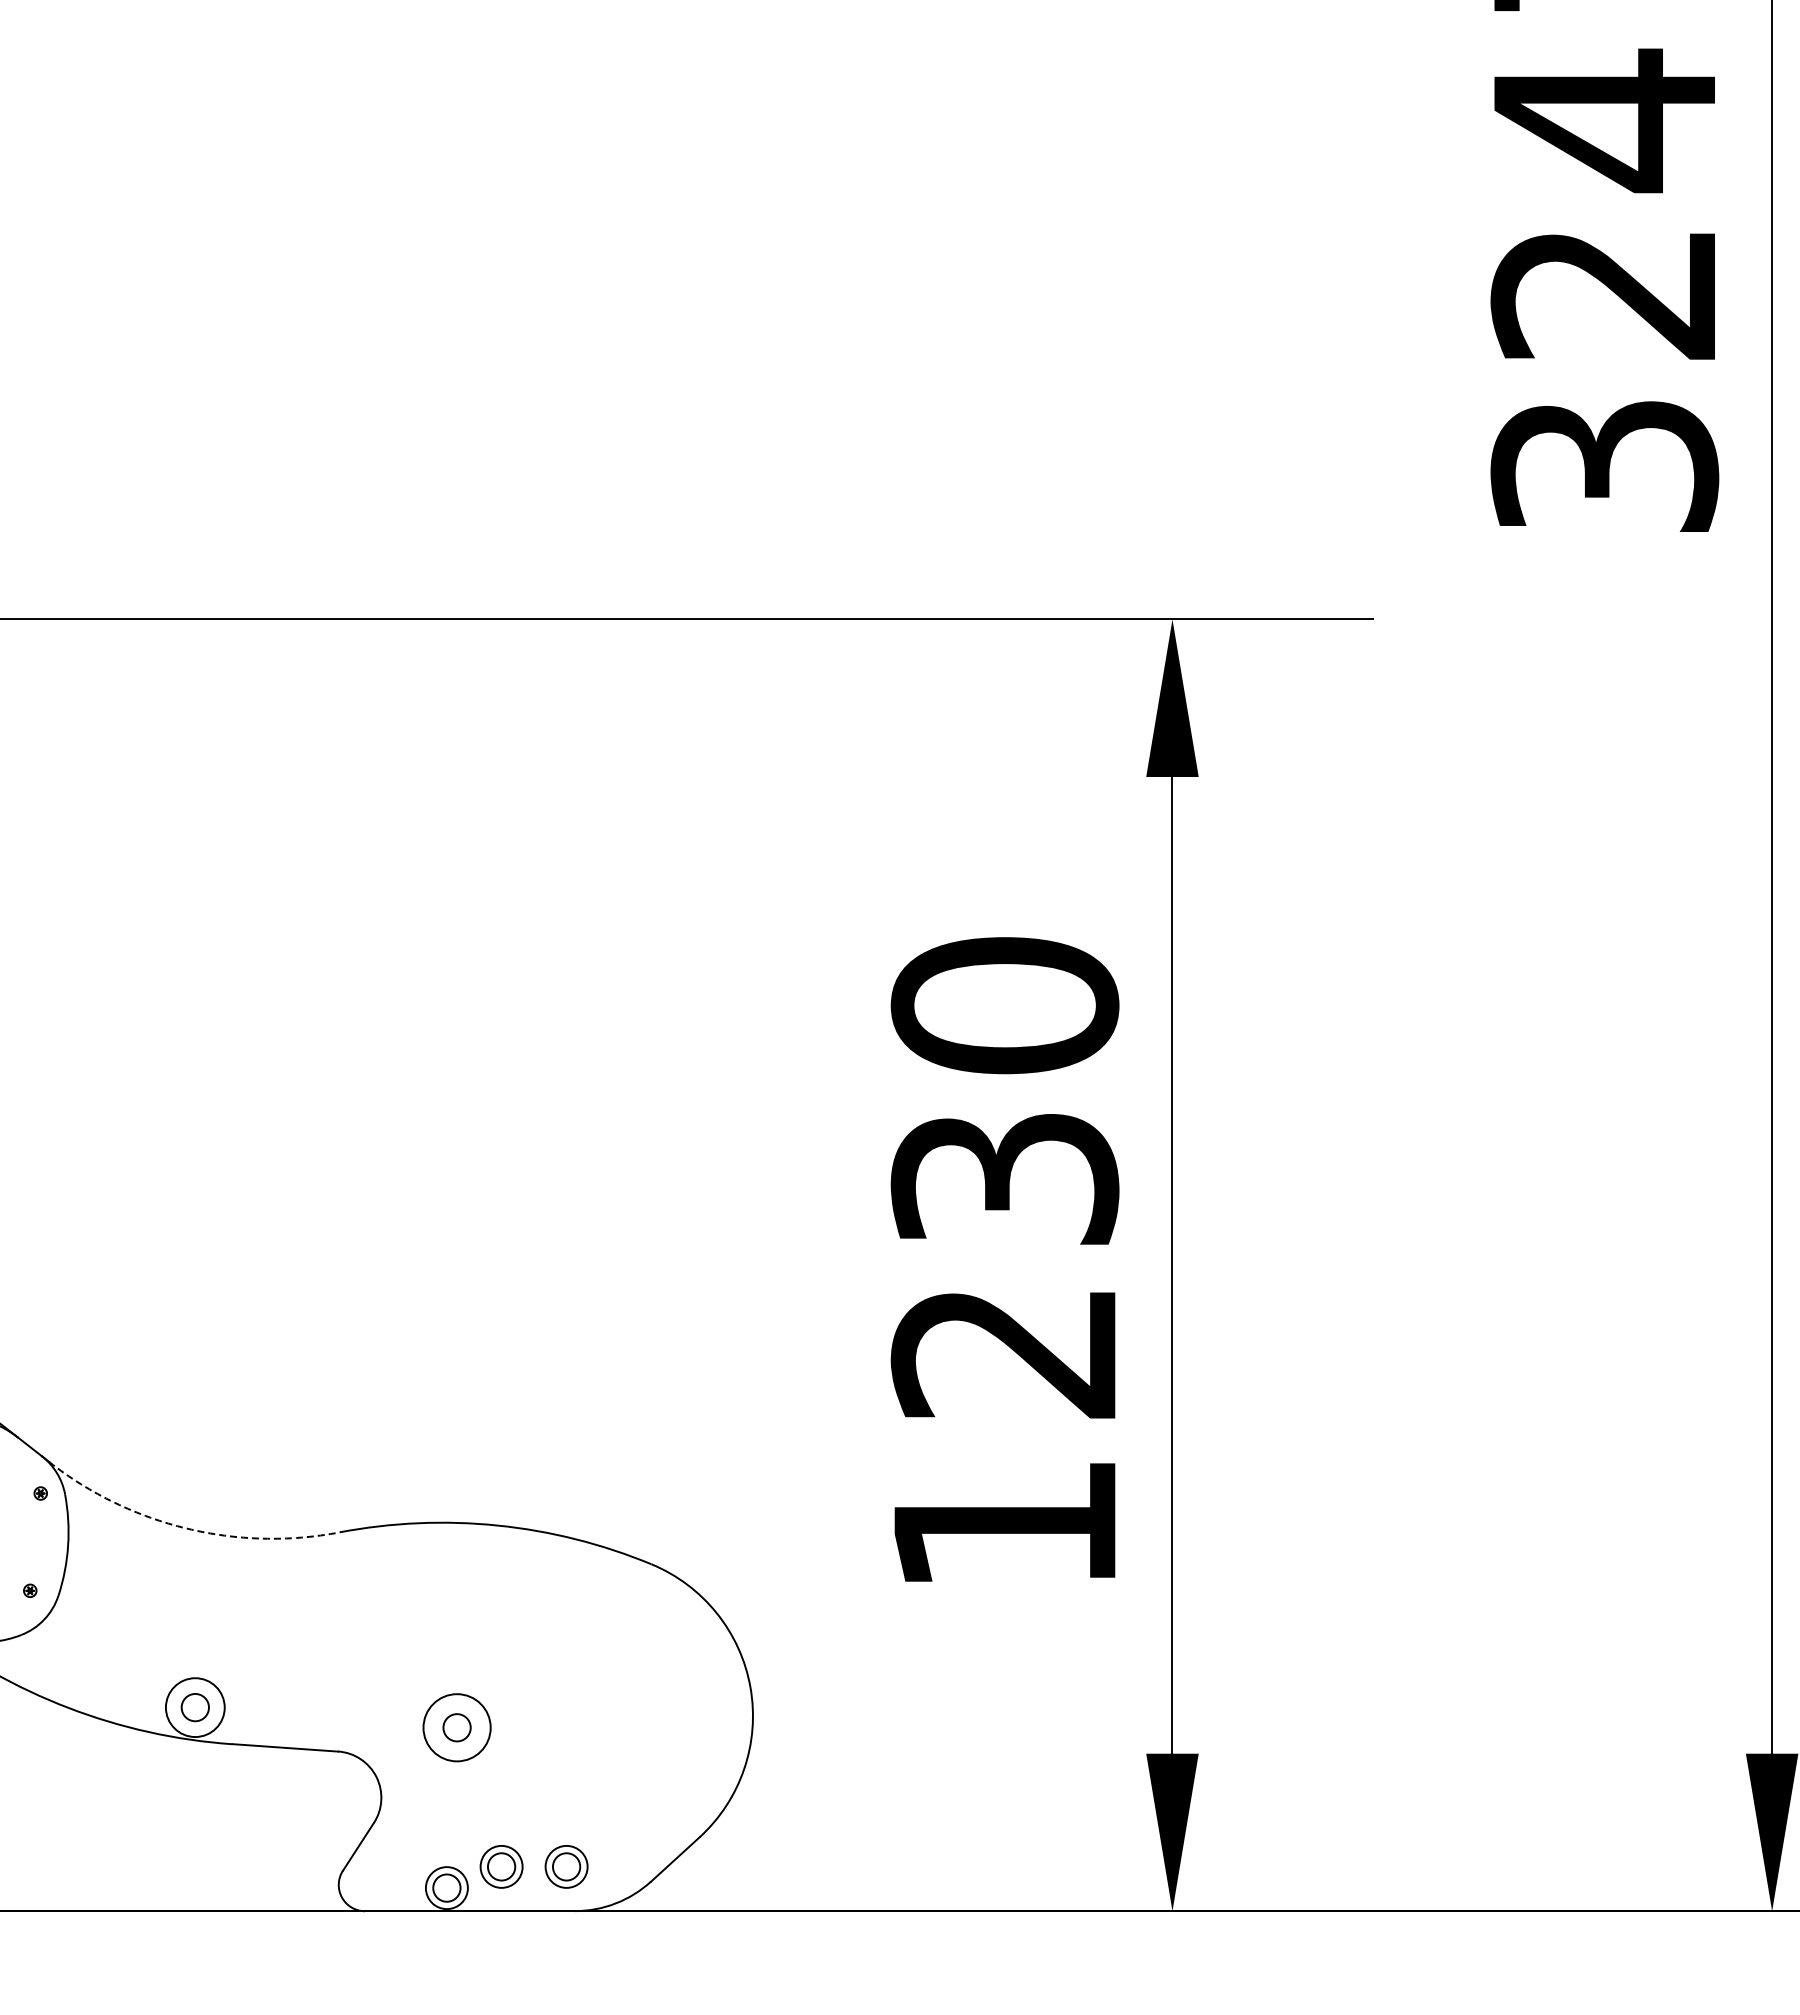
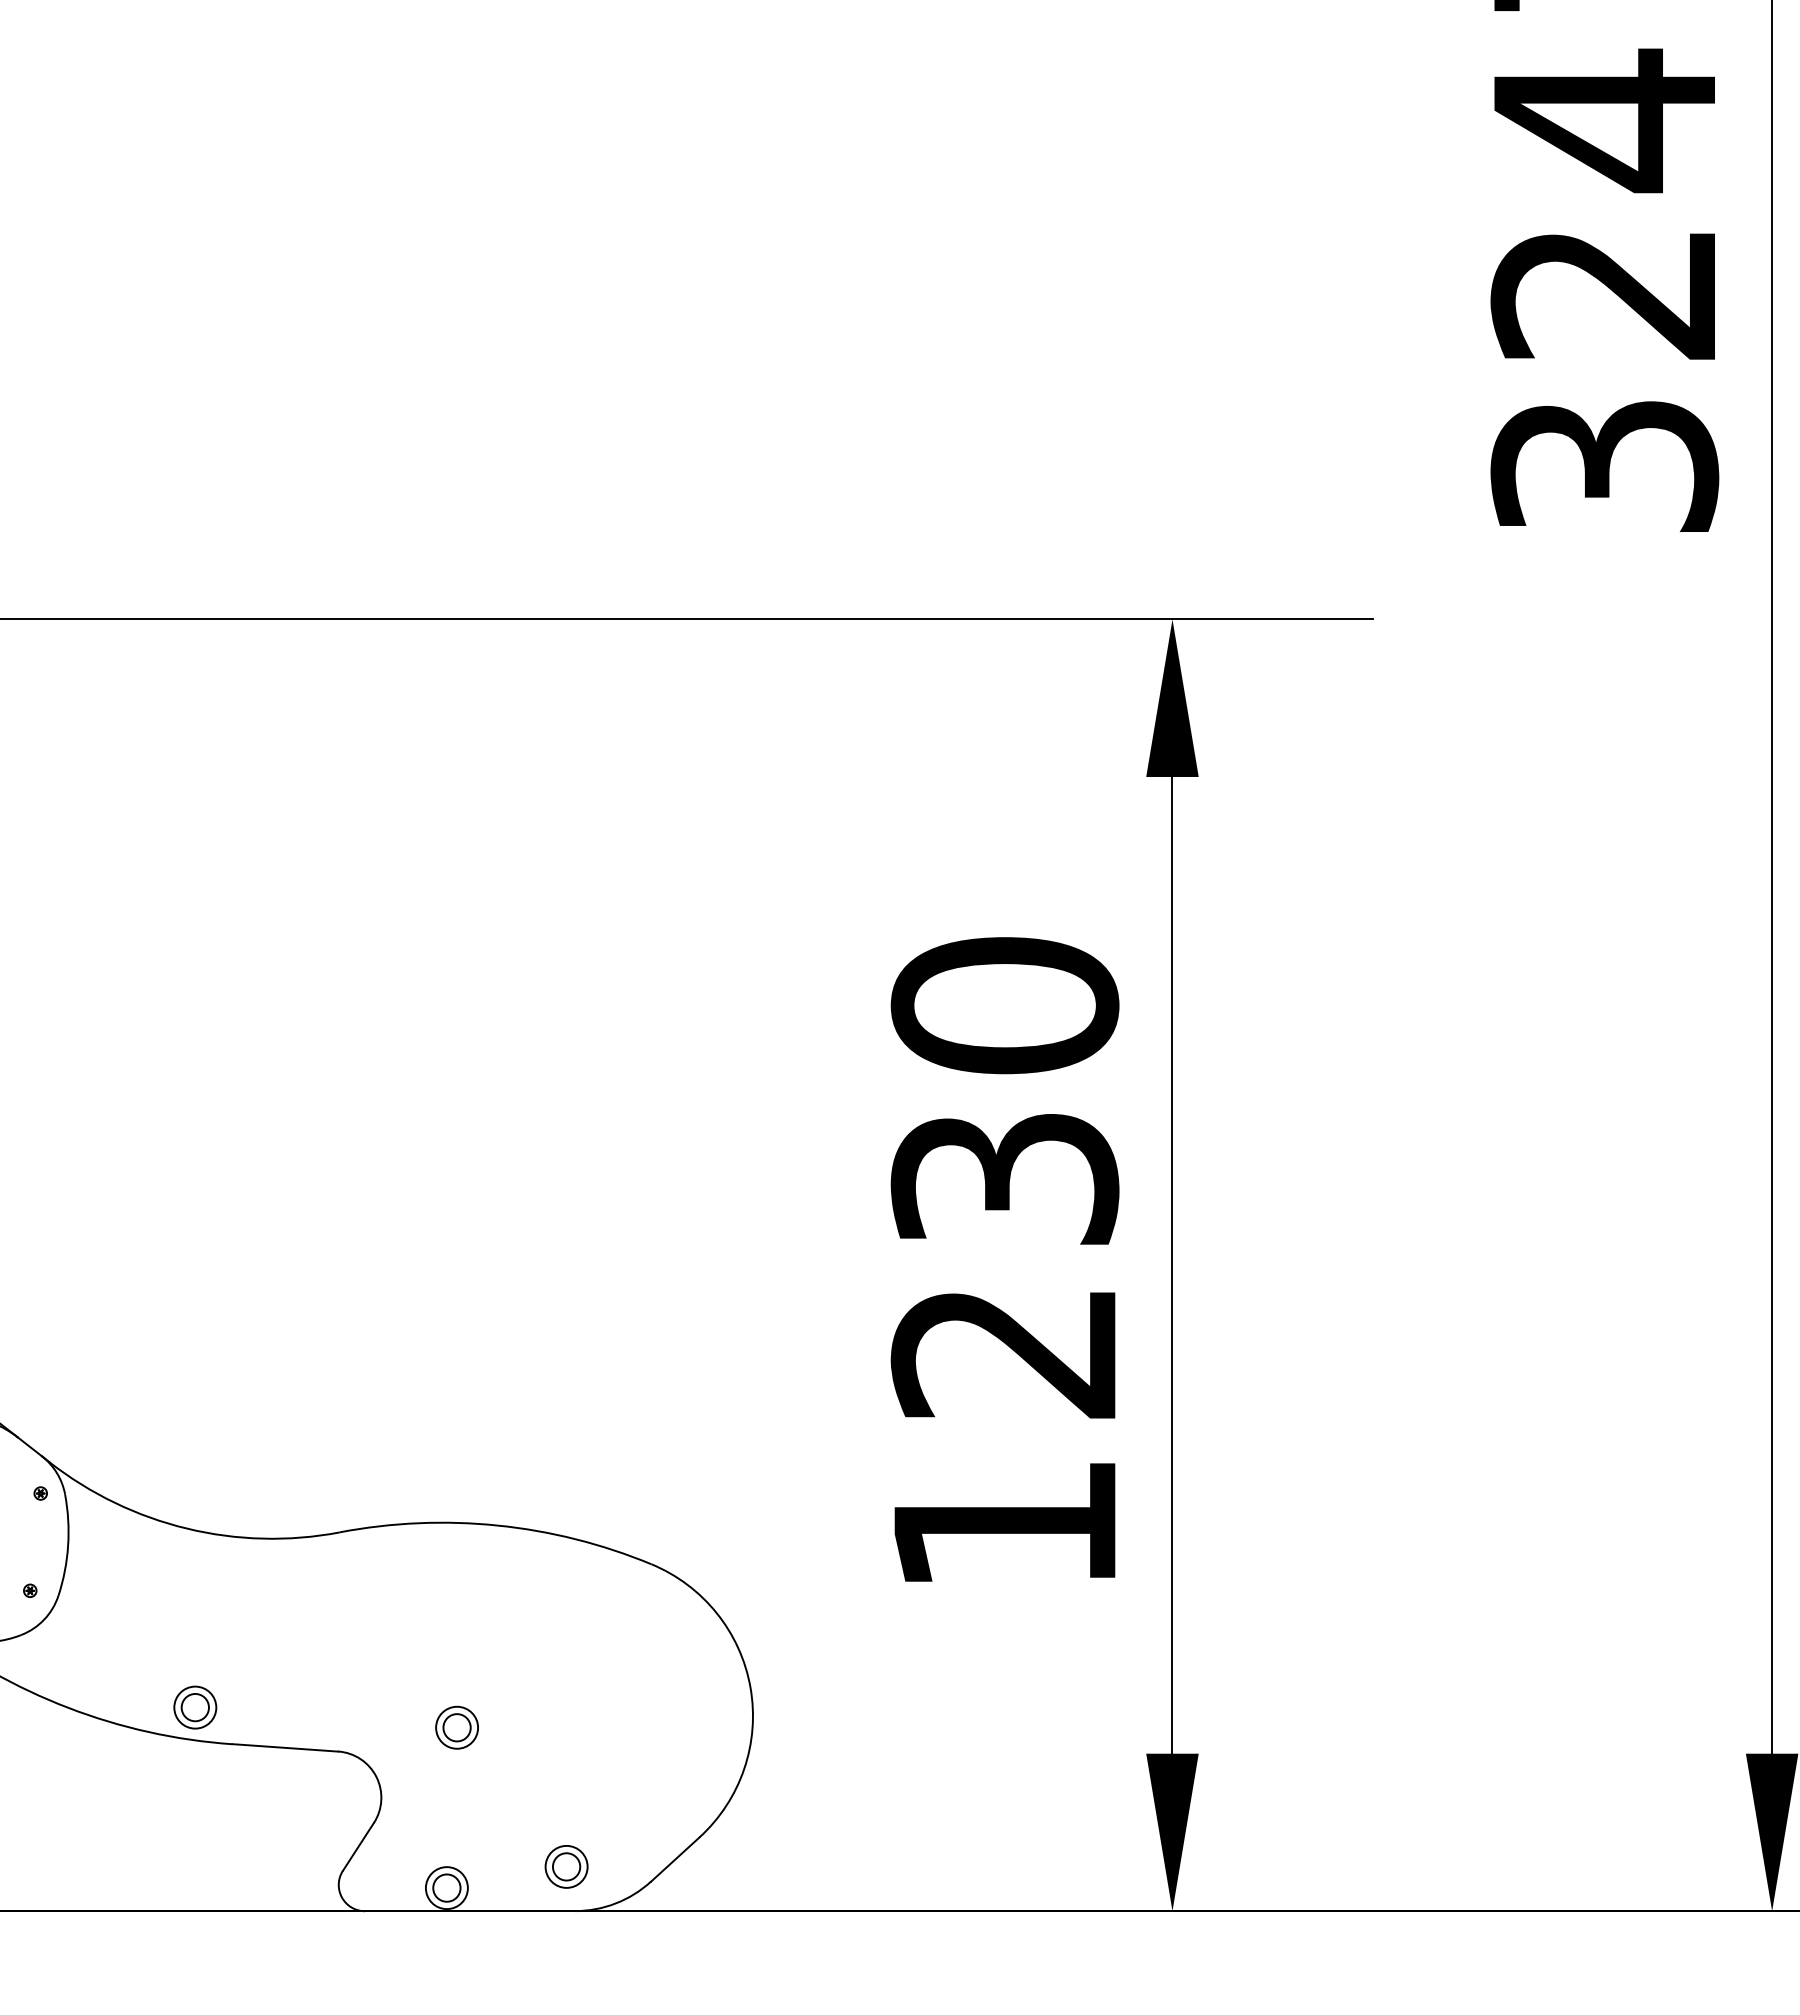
arc at (186, 1528): dashed -> solid
circle at (194, 1707) diameter: 59 px -> 42 px
circle at (456, 1727) diameter: 67 px -> 42 px
part at (501, 1866): present -> none
